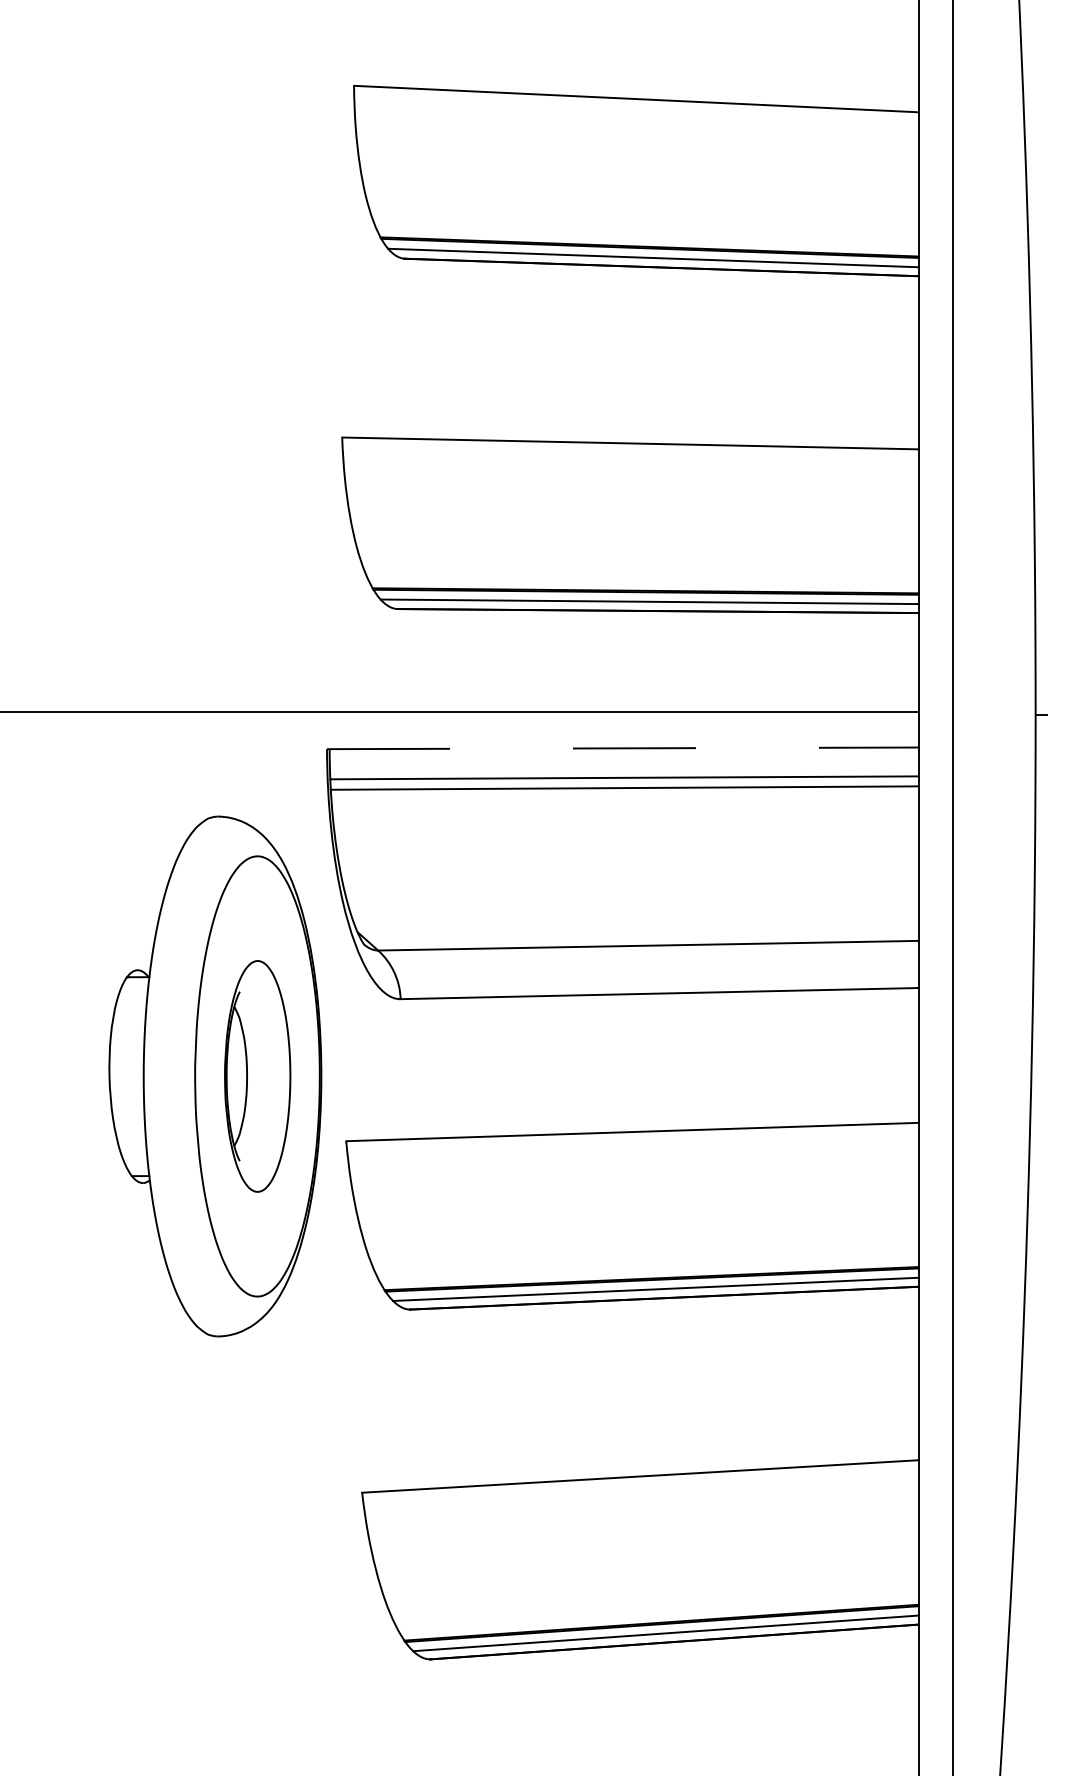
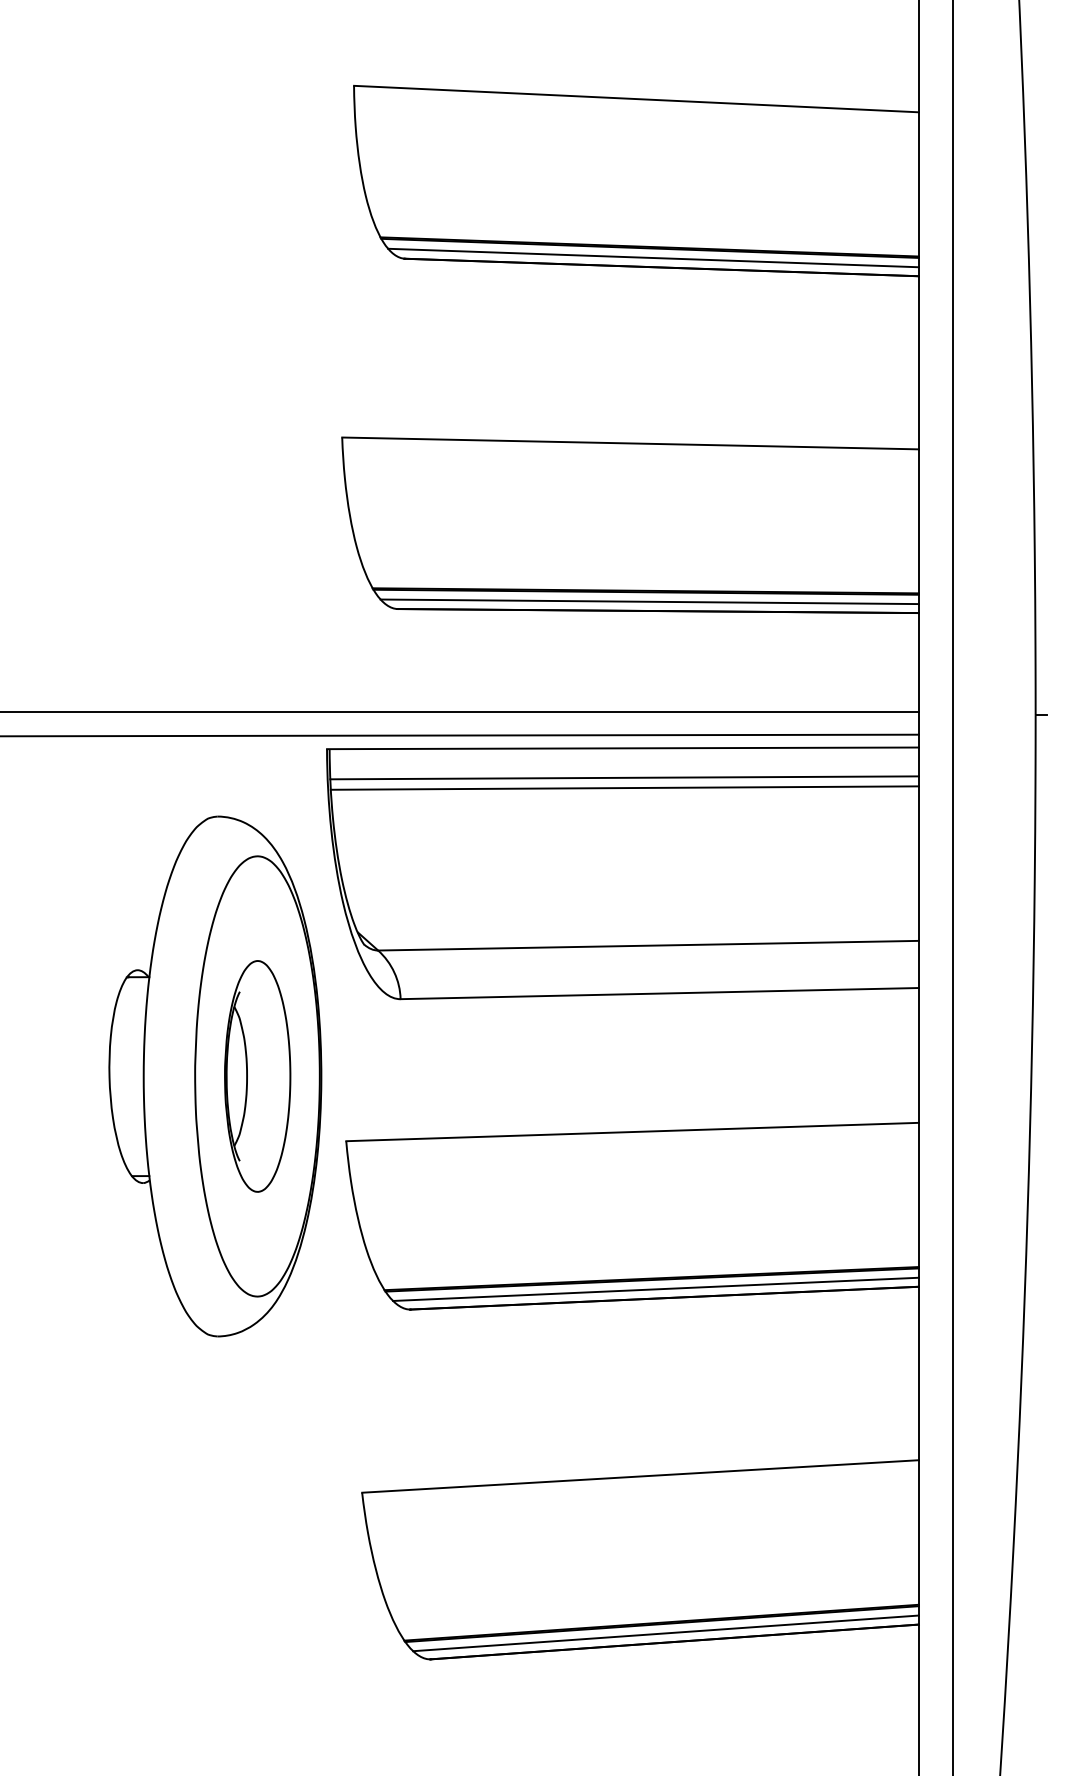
line at (460, 735): none -> present
line at (623, 748): dashed -> solid
